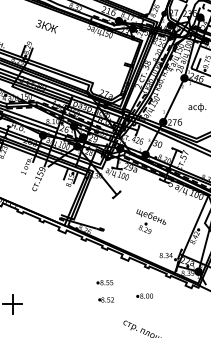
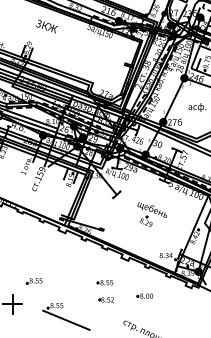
part at (151, 221) position: (151, 221) -> (152, 214)
part at (33, 281): none -> present
part at (66, 316): none -> present
